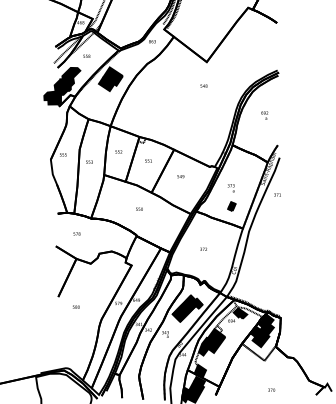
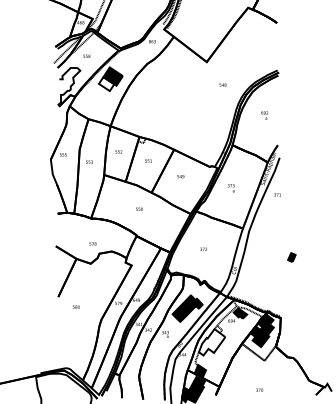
fill at (106, 84): present -> none
text at (203, 85) position: (203, 85) -> (222, 84)
fill at (61, 86): present -> none
part at (231, 206) position: (231, 206) -> (291, 257)
text at (76, 233) position: (76, 233) -> (92, 243)
fill at (211, 342): present -> none
text at (271, 389) position: (271, 389) -> (259, 389)
